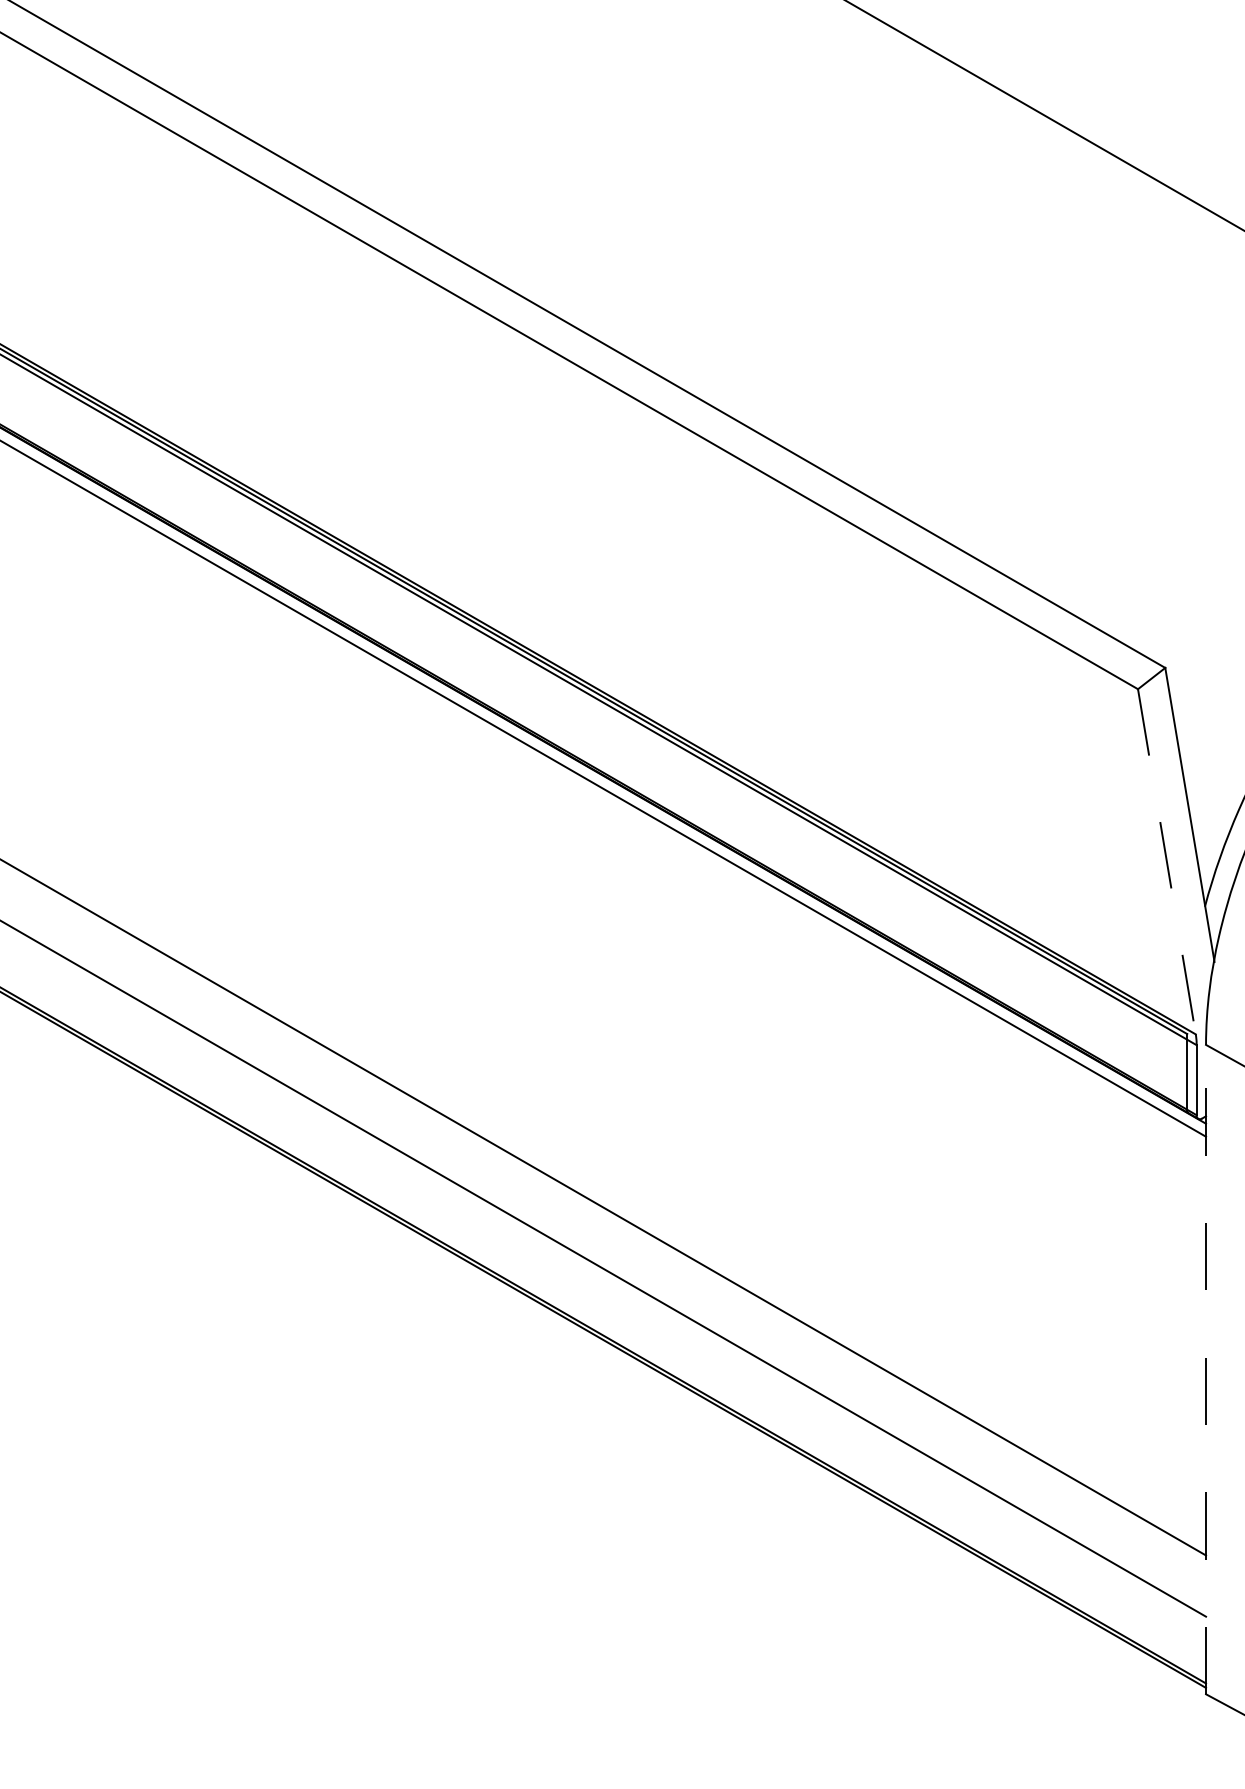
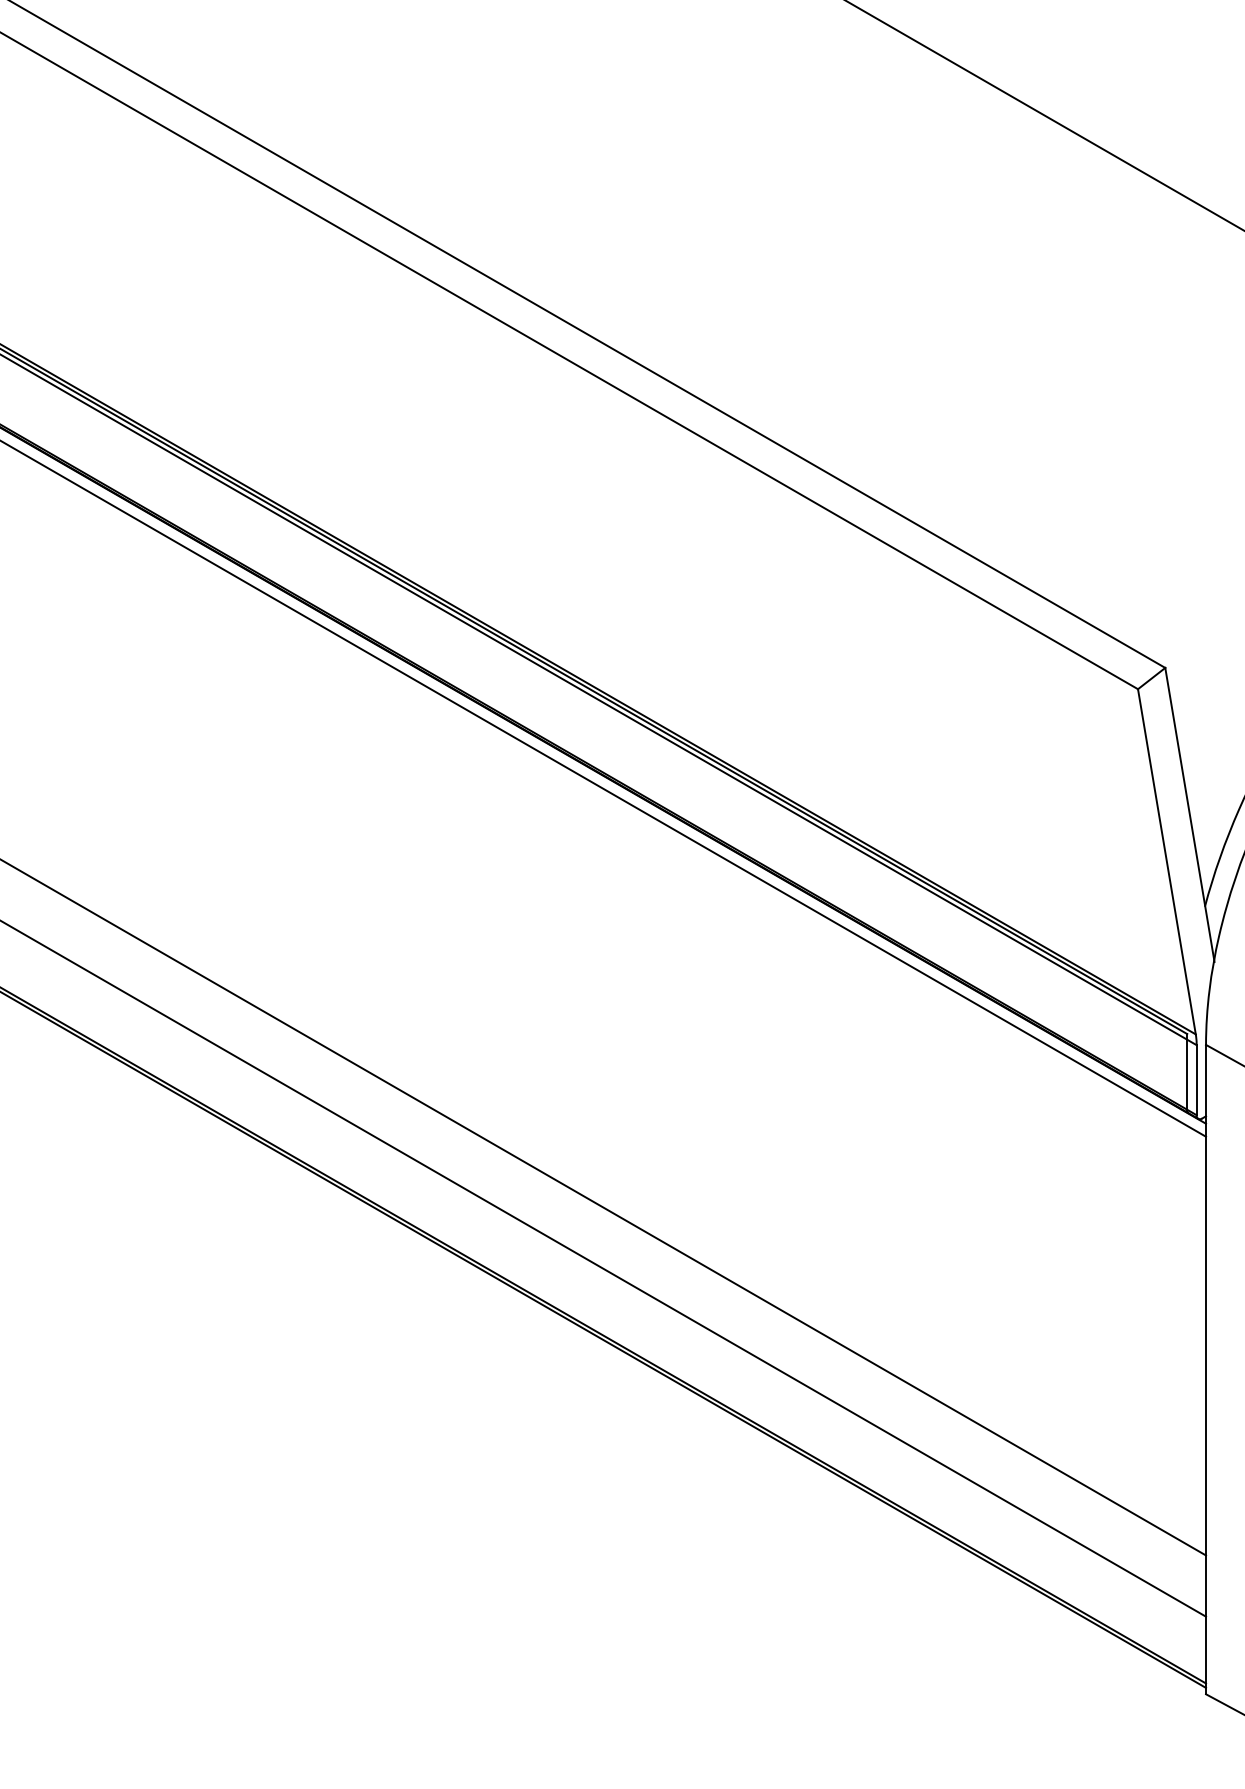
line at (1166, 861): dashed -> solid
line at (1206, 1369): dashed -> solid
